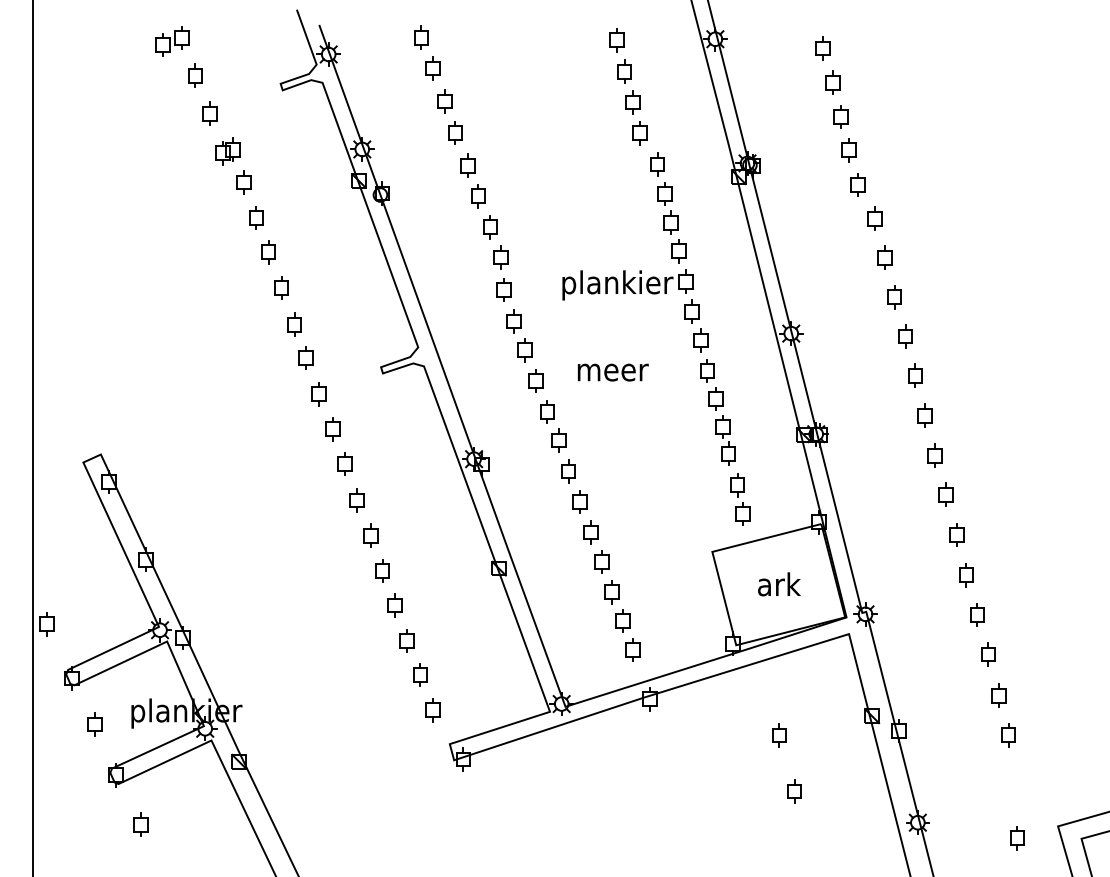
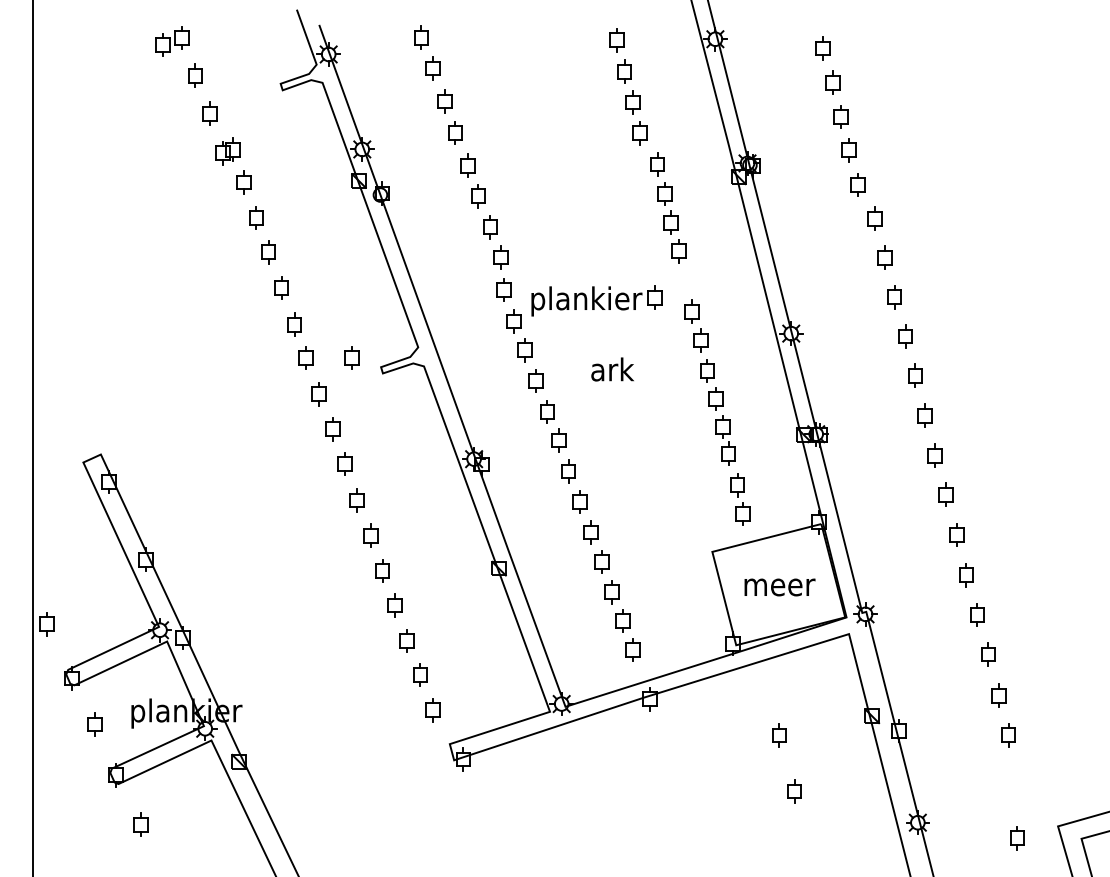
part at (627, 284) position: (627, 284) -> (596, 300)
part at (351, 357): none -> present
text at (612, 369): meer -> ark
text at (779, 584): ark -> meer
